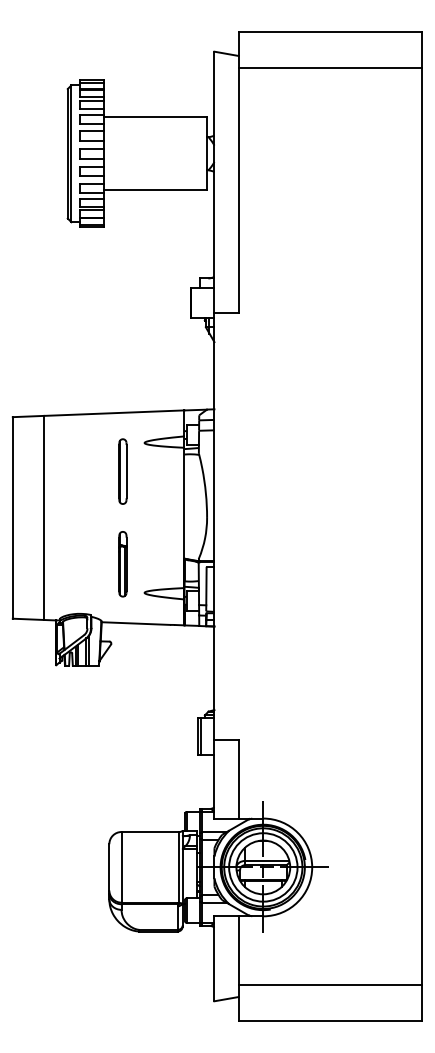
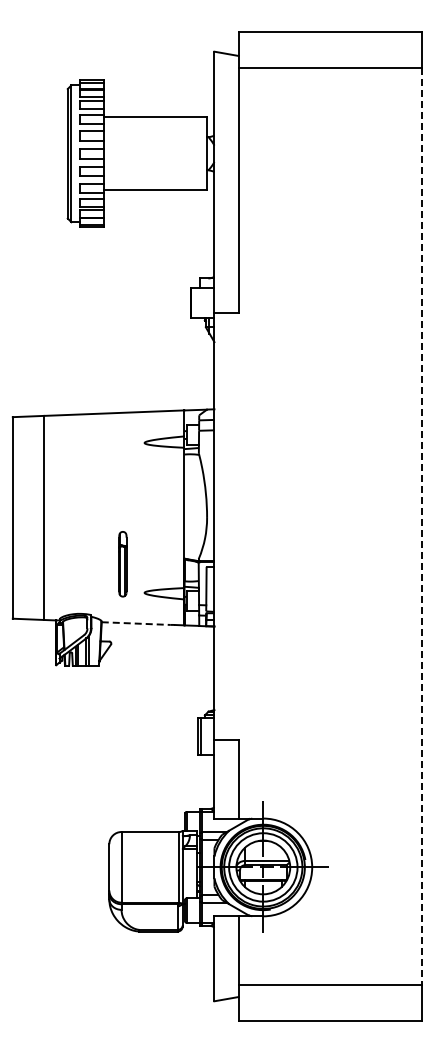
part at (122, 471): present -> none
line at (422, 527): solid -> dashed
line at (136, 623): solid -> dashed
